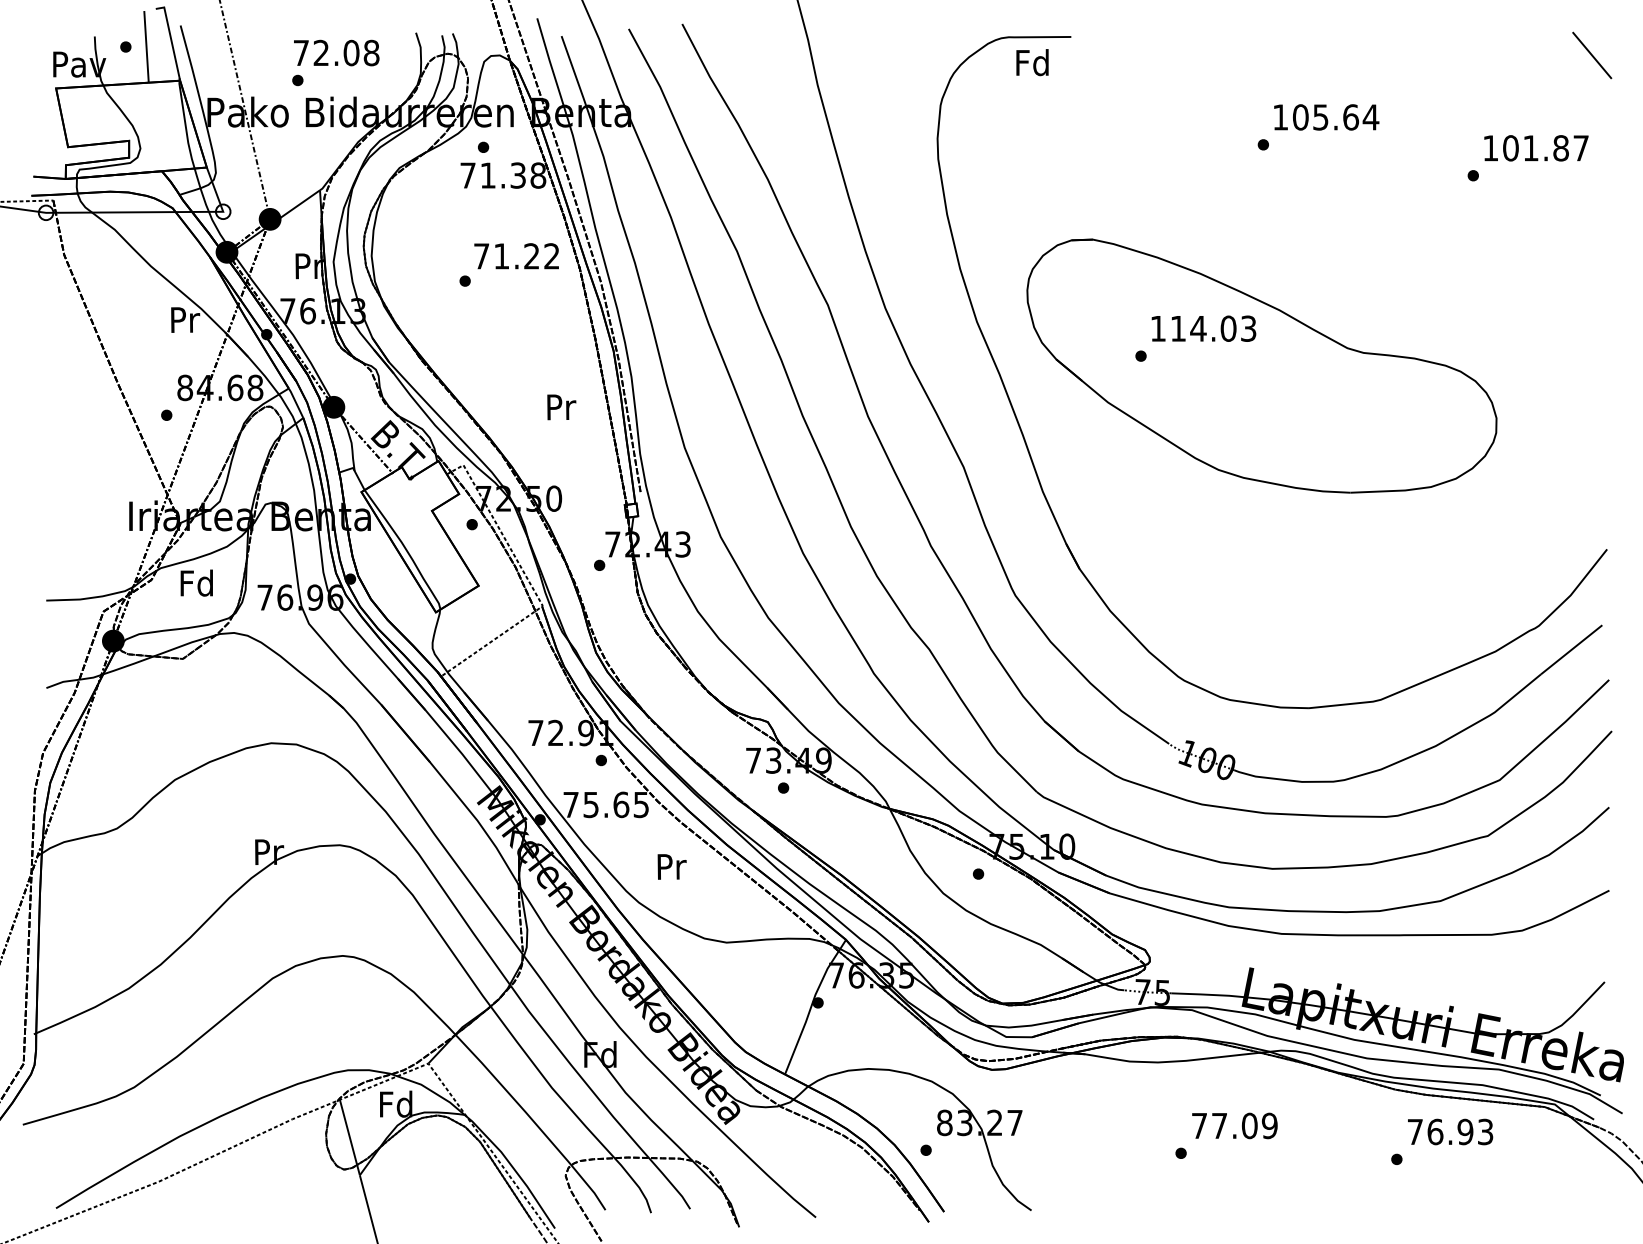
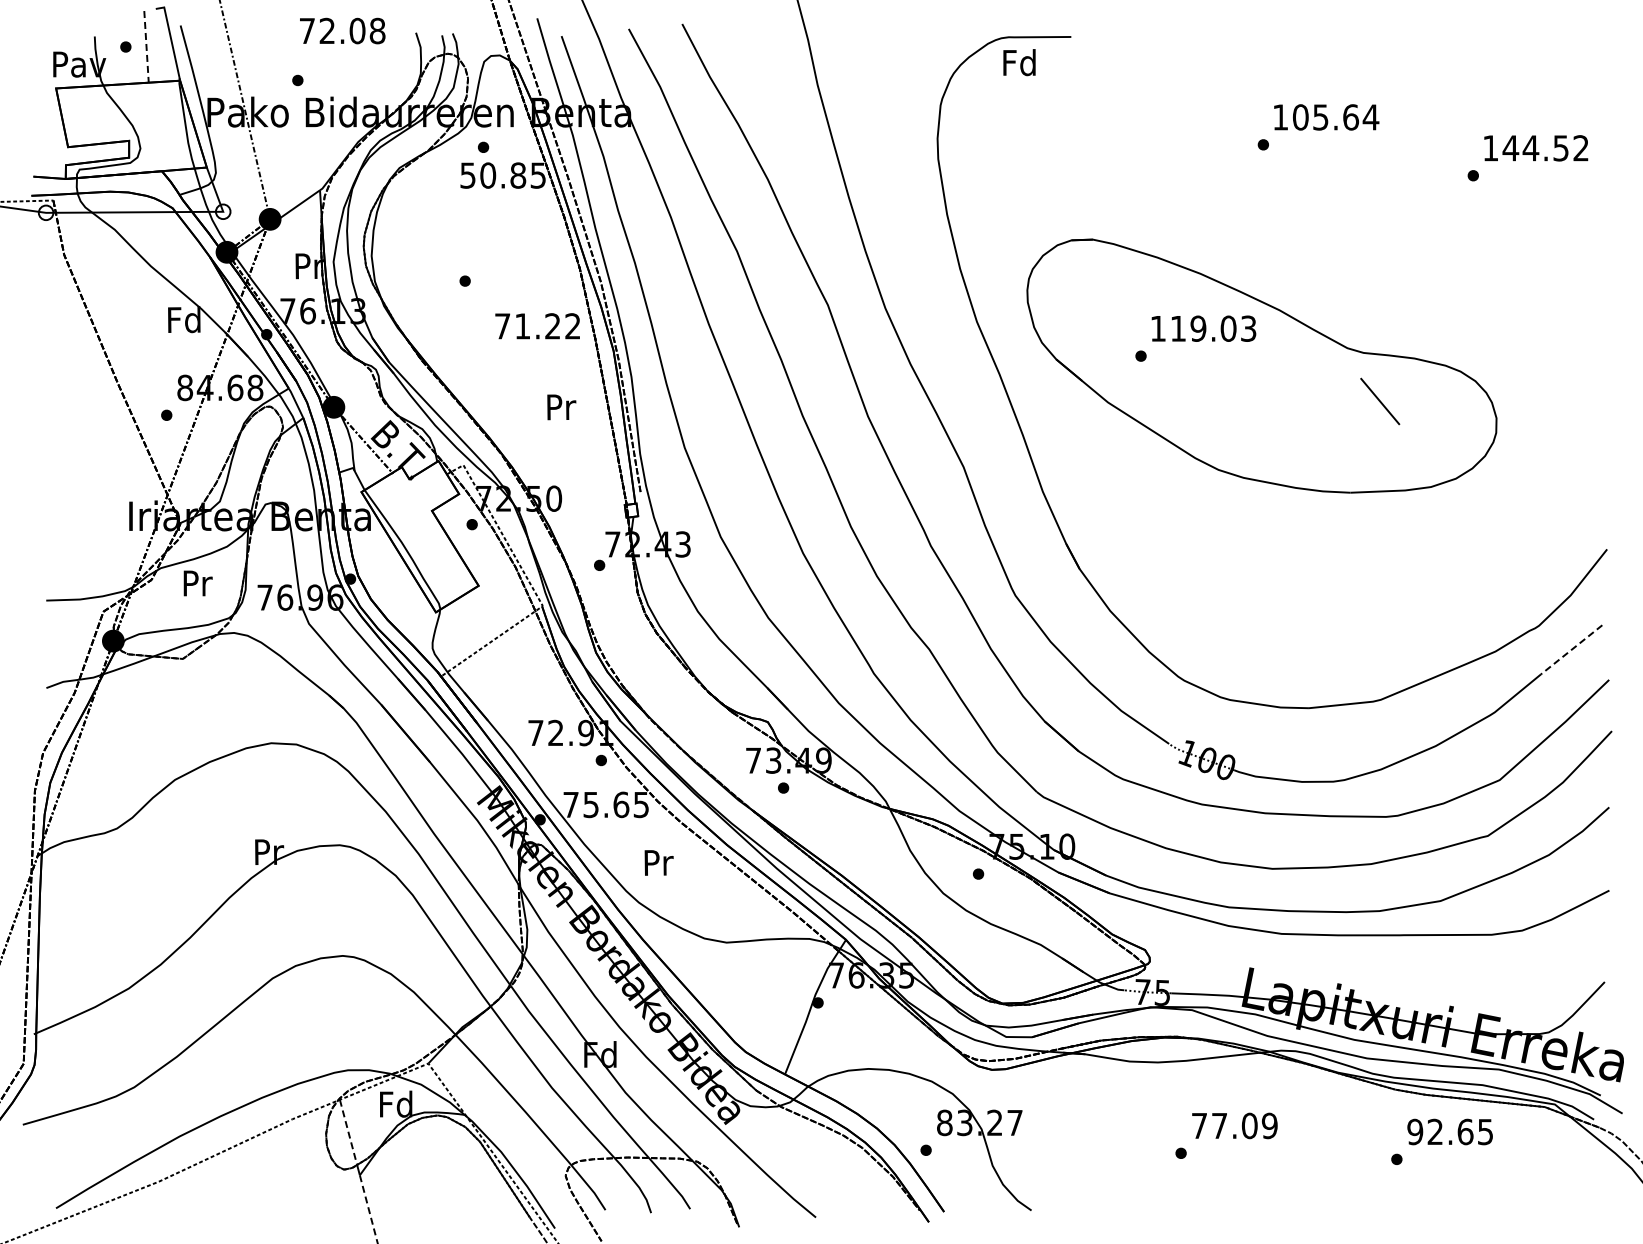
line at (146, 46): solid -> dashed
text at (336, 52) position: (336, 52) -> (342, 30)
line at (1592, 55) position: (1592, 55) -> (1380, 401)
text at (1032, 62) position: (1032, 62) -> (1019, 62)
text at (1545, 148): 101.87 -> 144.52
text at (503, 175): 71.38 -> 50.85
text at (516, 256) position: (516, 256) -> (537, 326)
text at (184, 319): Pr -> Fd
text at (1198, 328): 114.03 -> 119.03
text at (196, 582): Fd -> Pr
line at (1571, 650): solid -> dashed
text at (671, 866) position: (671, 866) -> (658, 862)
text at (1450, 1131): 76.93 -> 92.65
line at (348, 1132): solid -> dashed
line at (369, 1210): solid -> dashed
